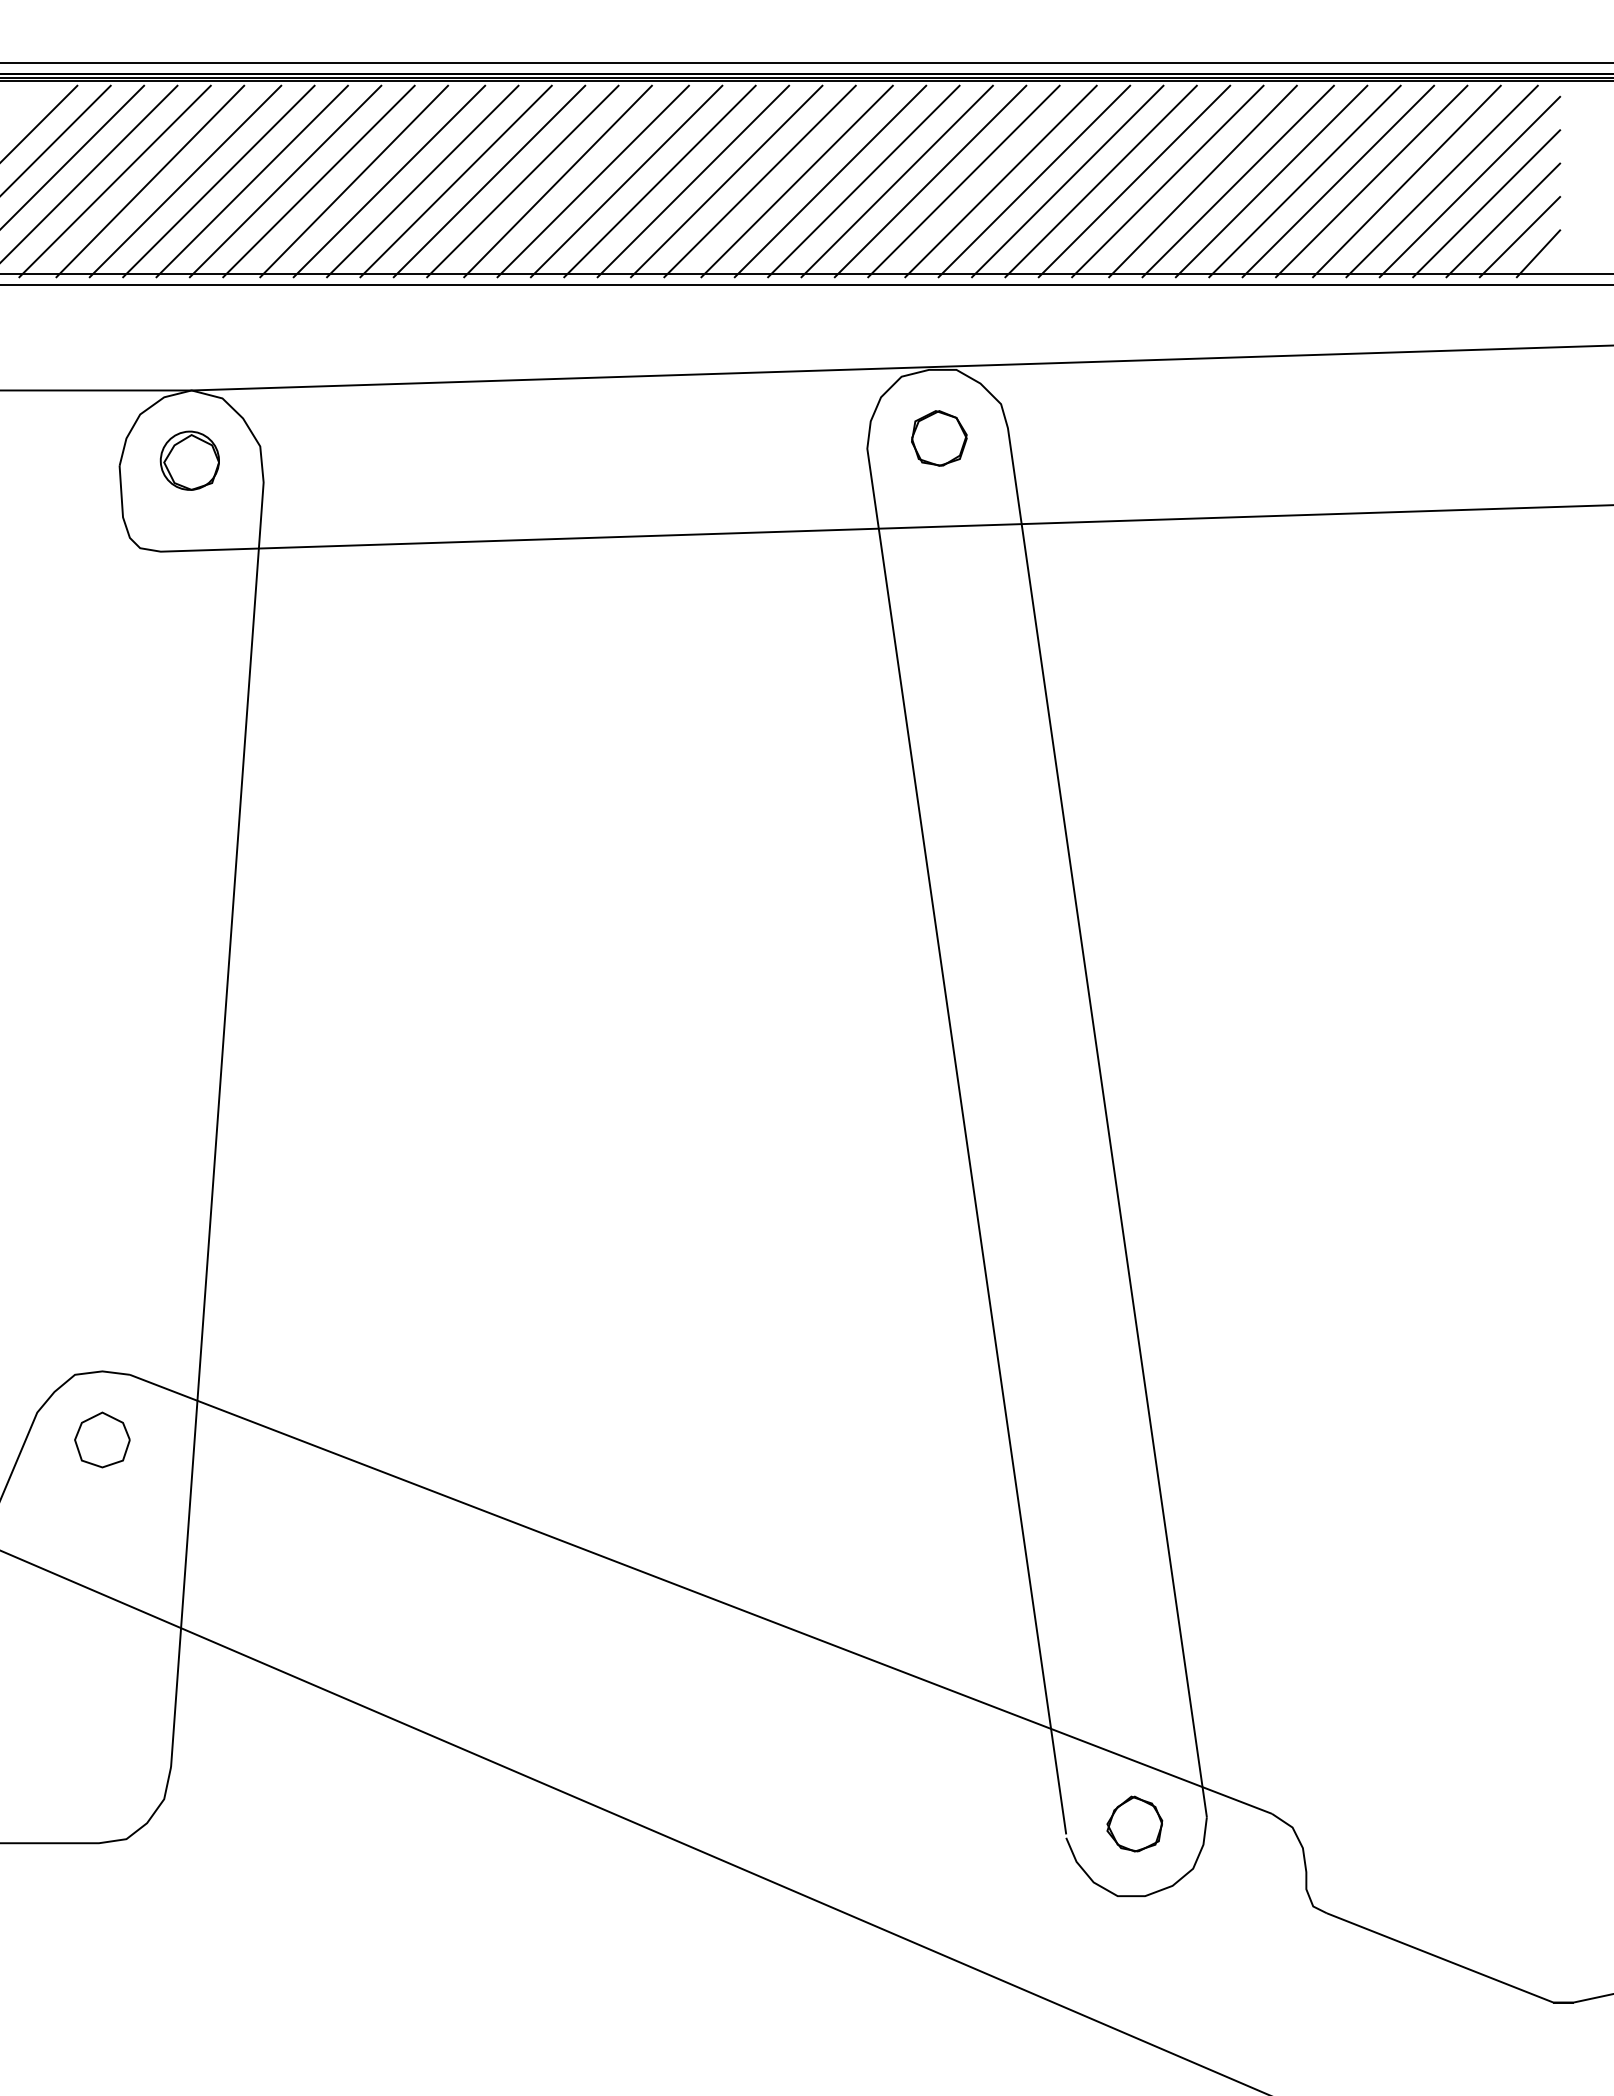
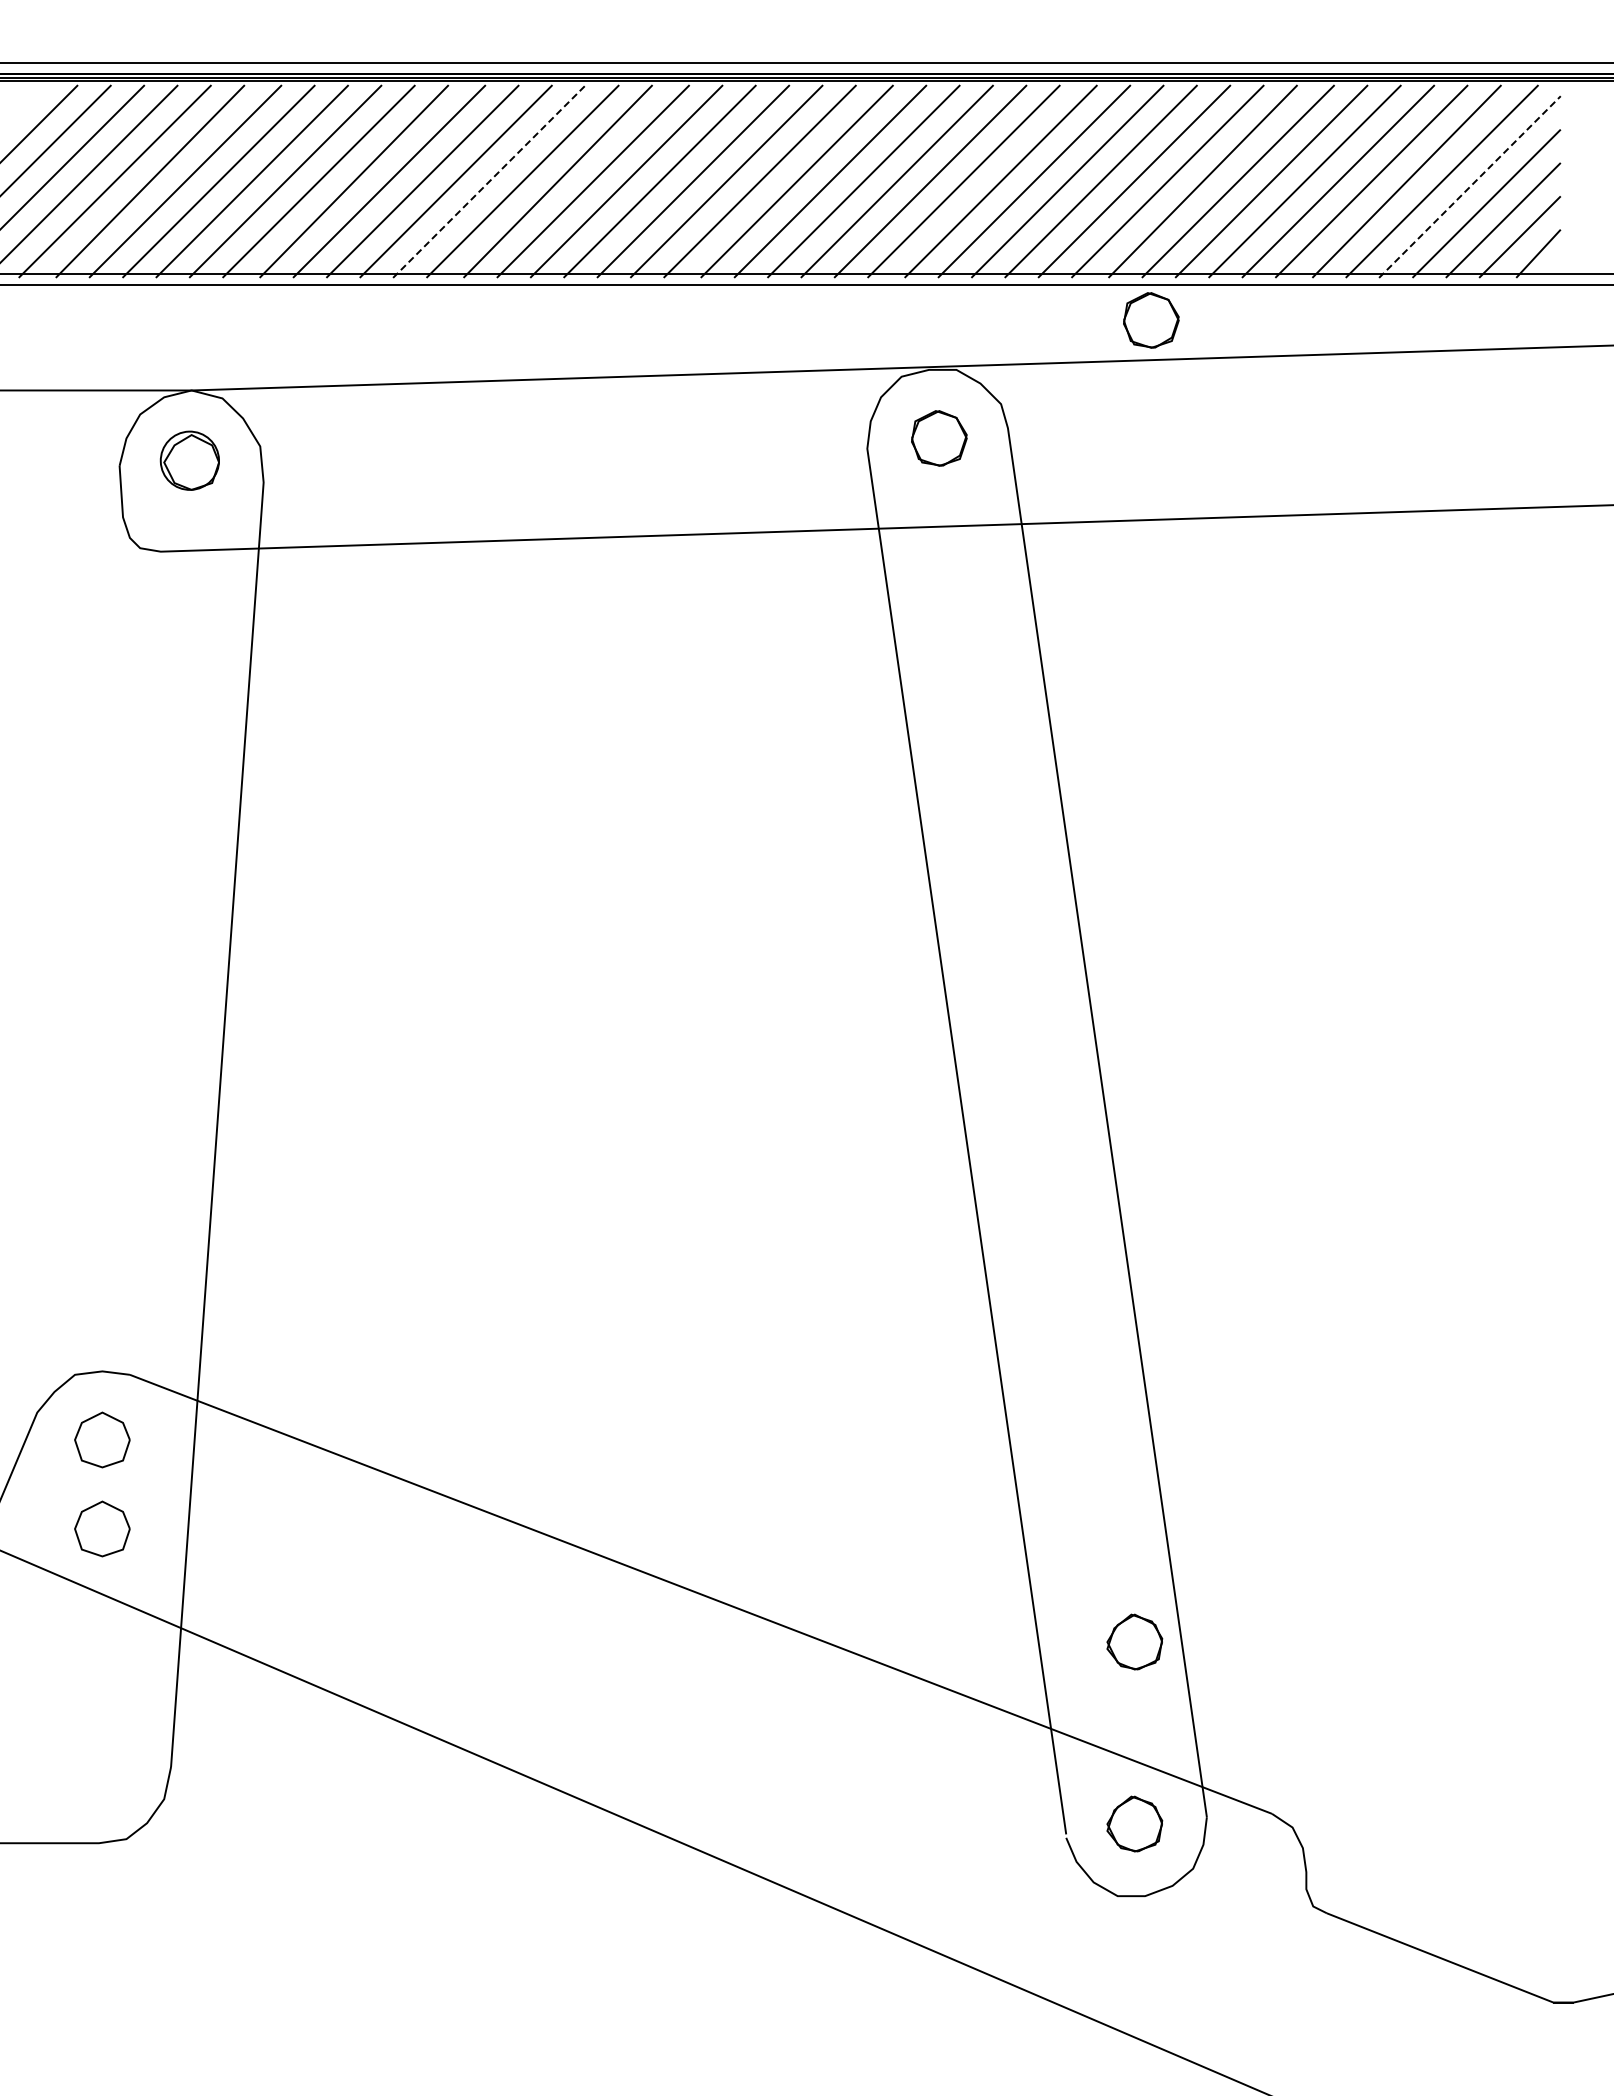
line at (489, 181): solid -> dashed
line at (1470, 186): solid -> dashed
part at (1151, 320): none -> present
part at (102, 1528): none -> present
part at (1134, 1641): none -> present
